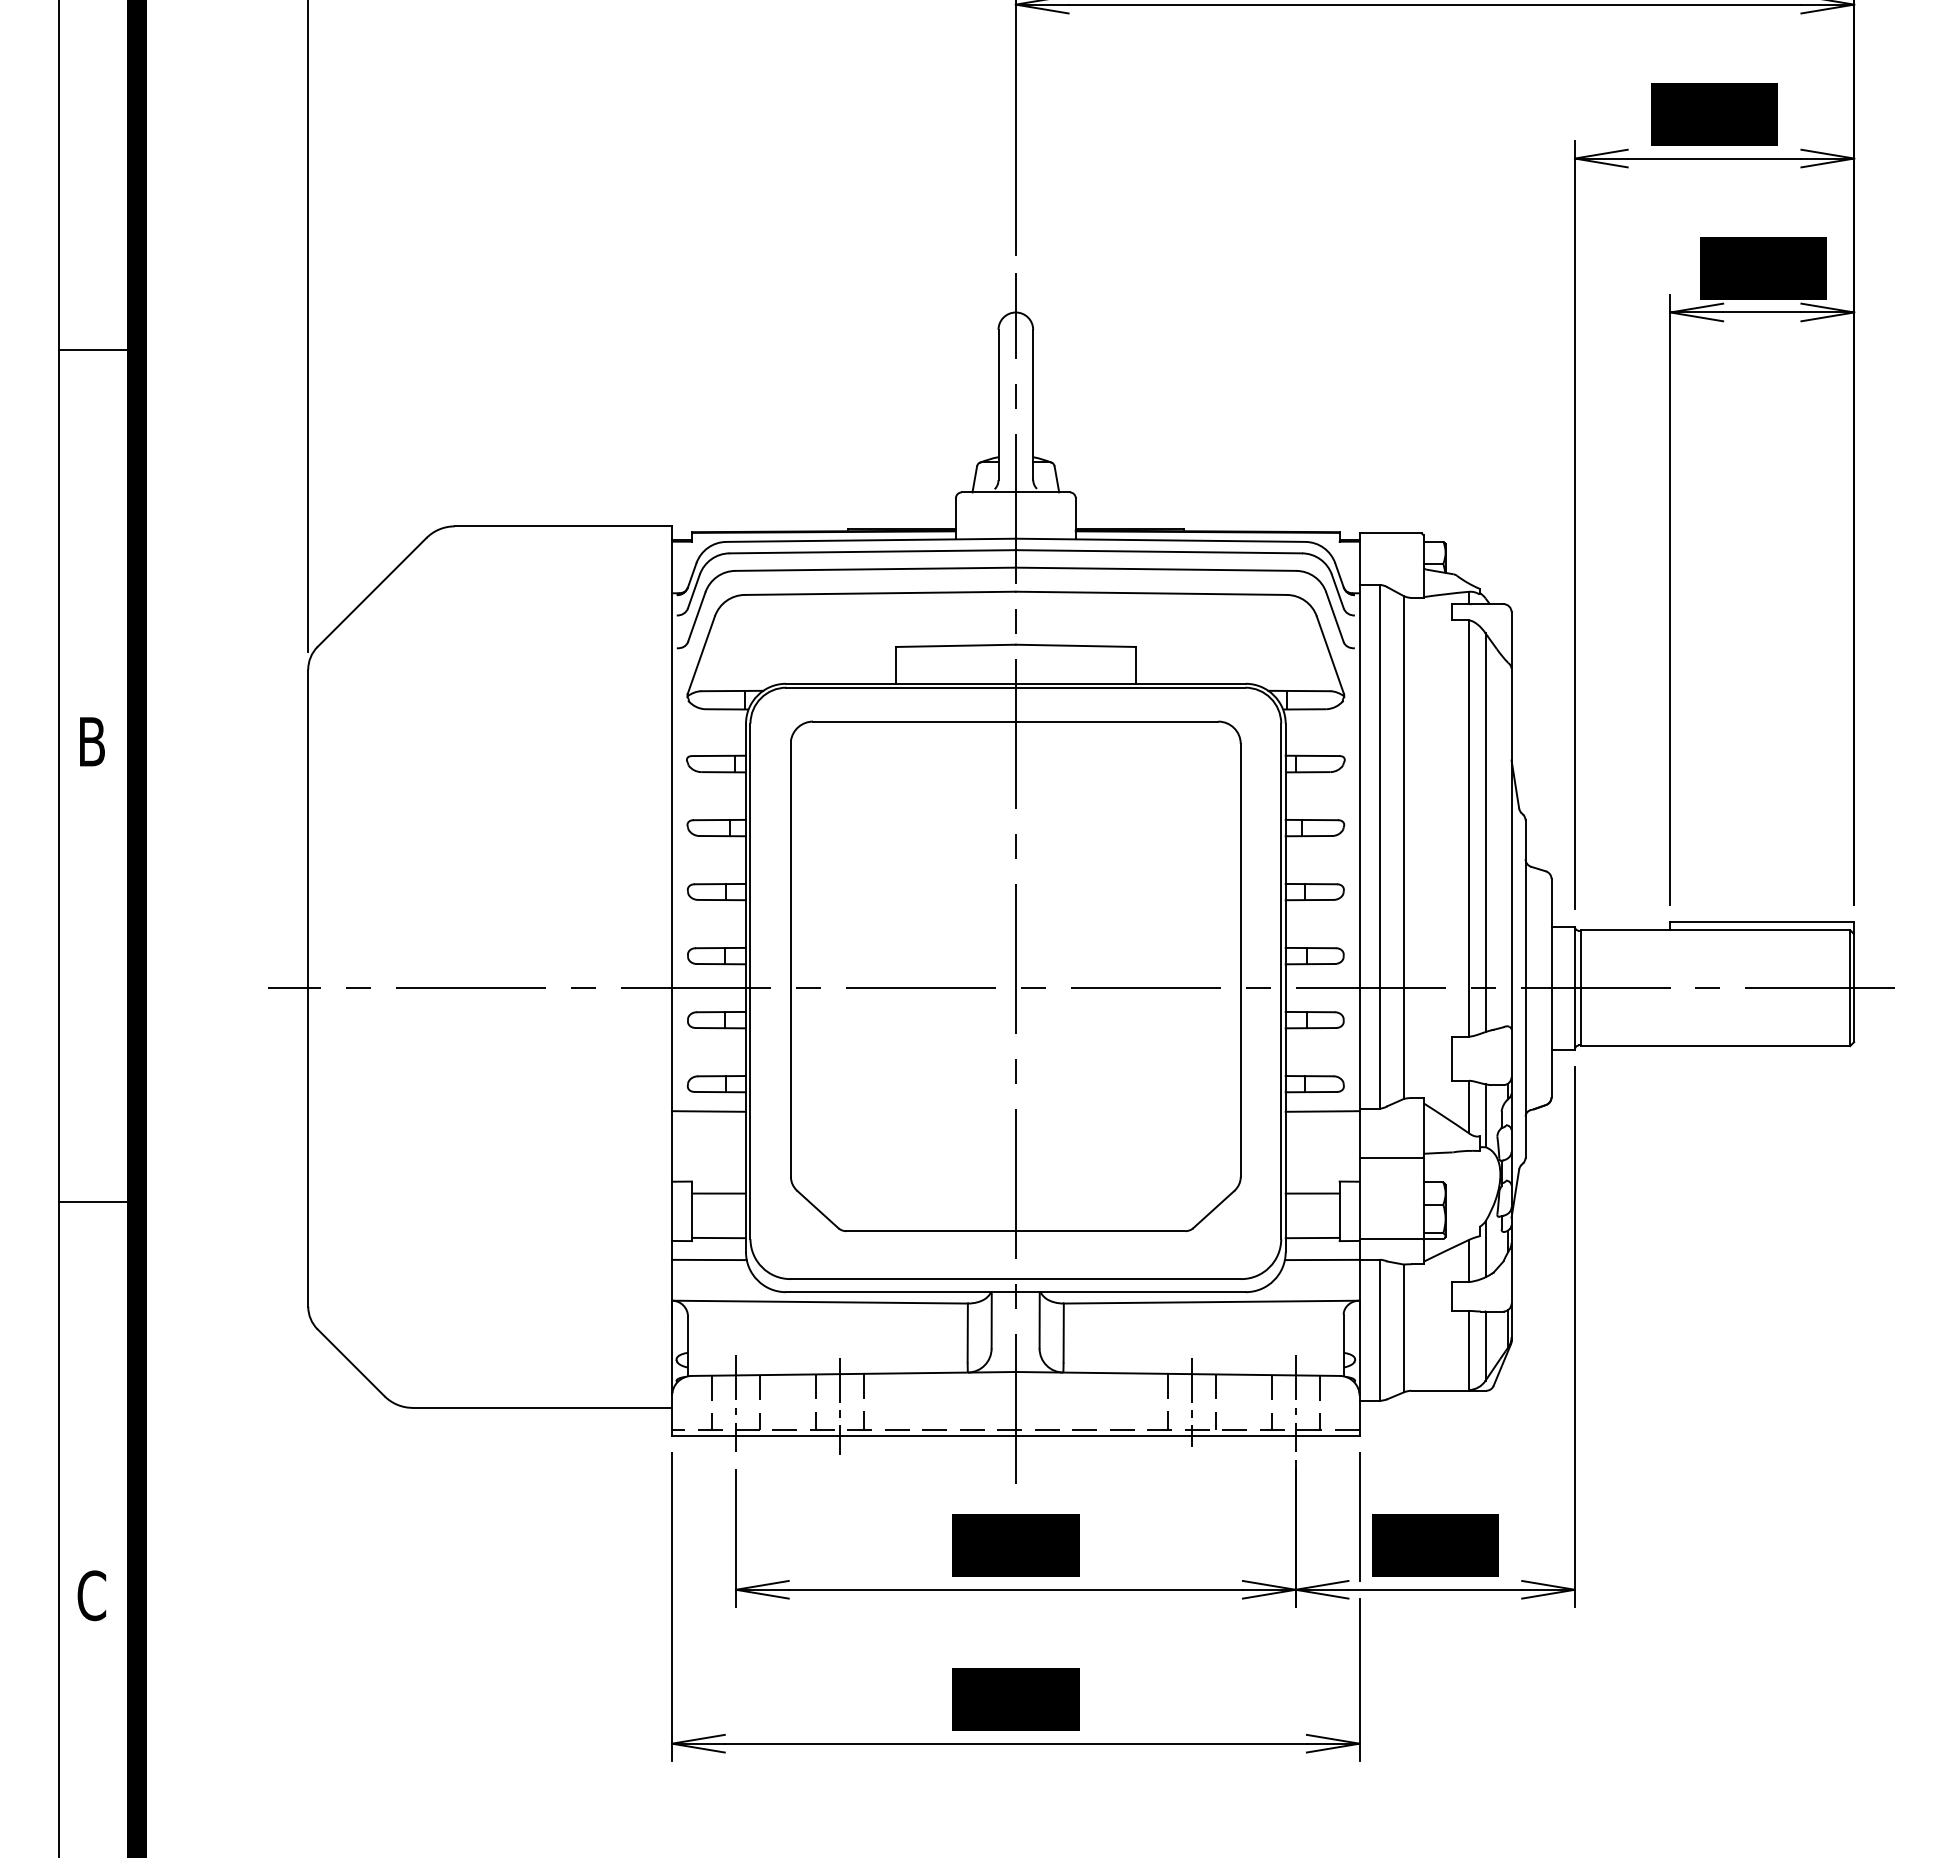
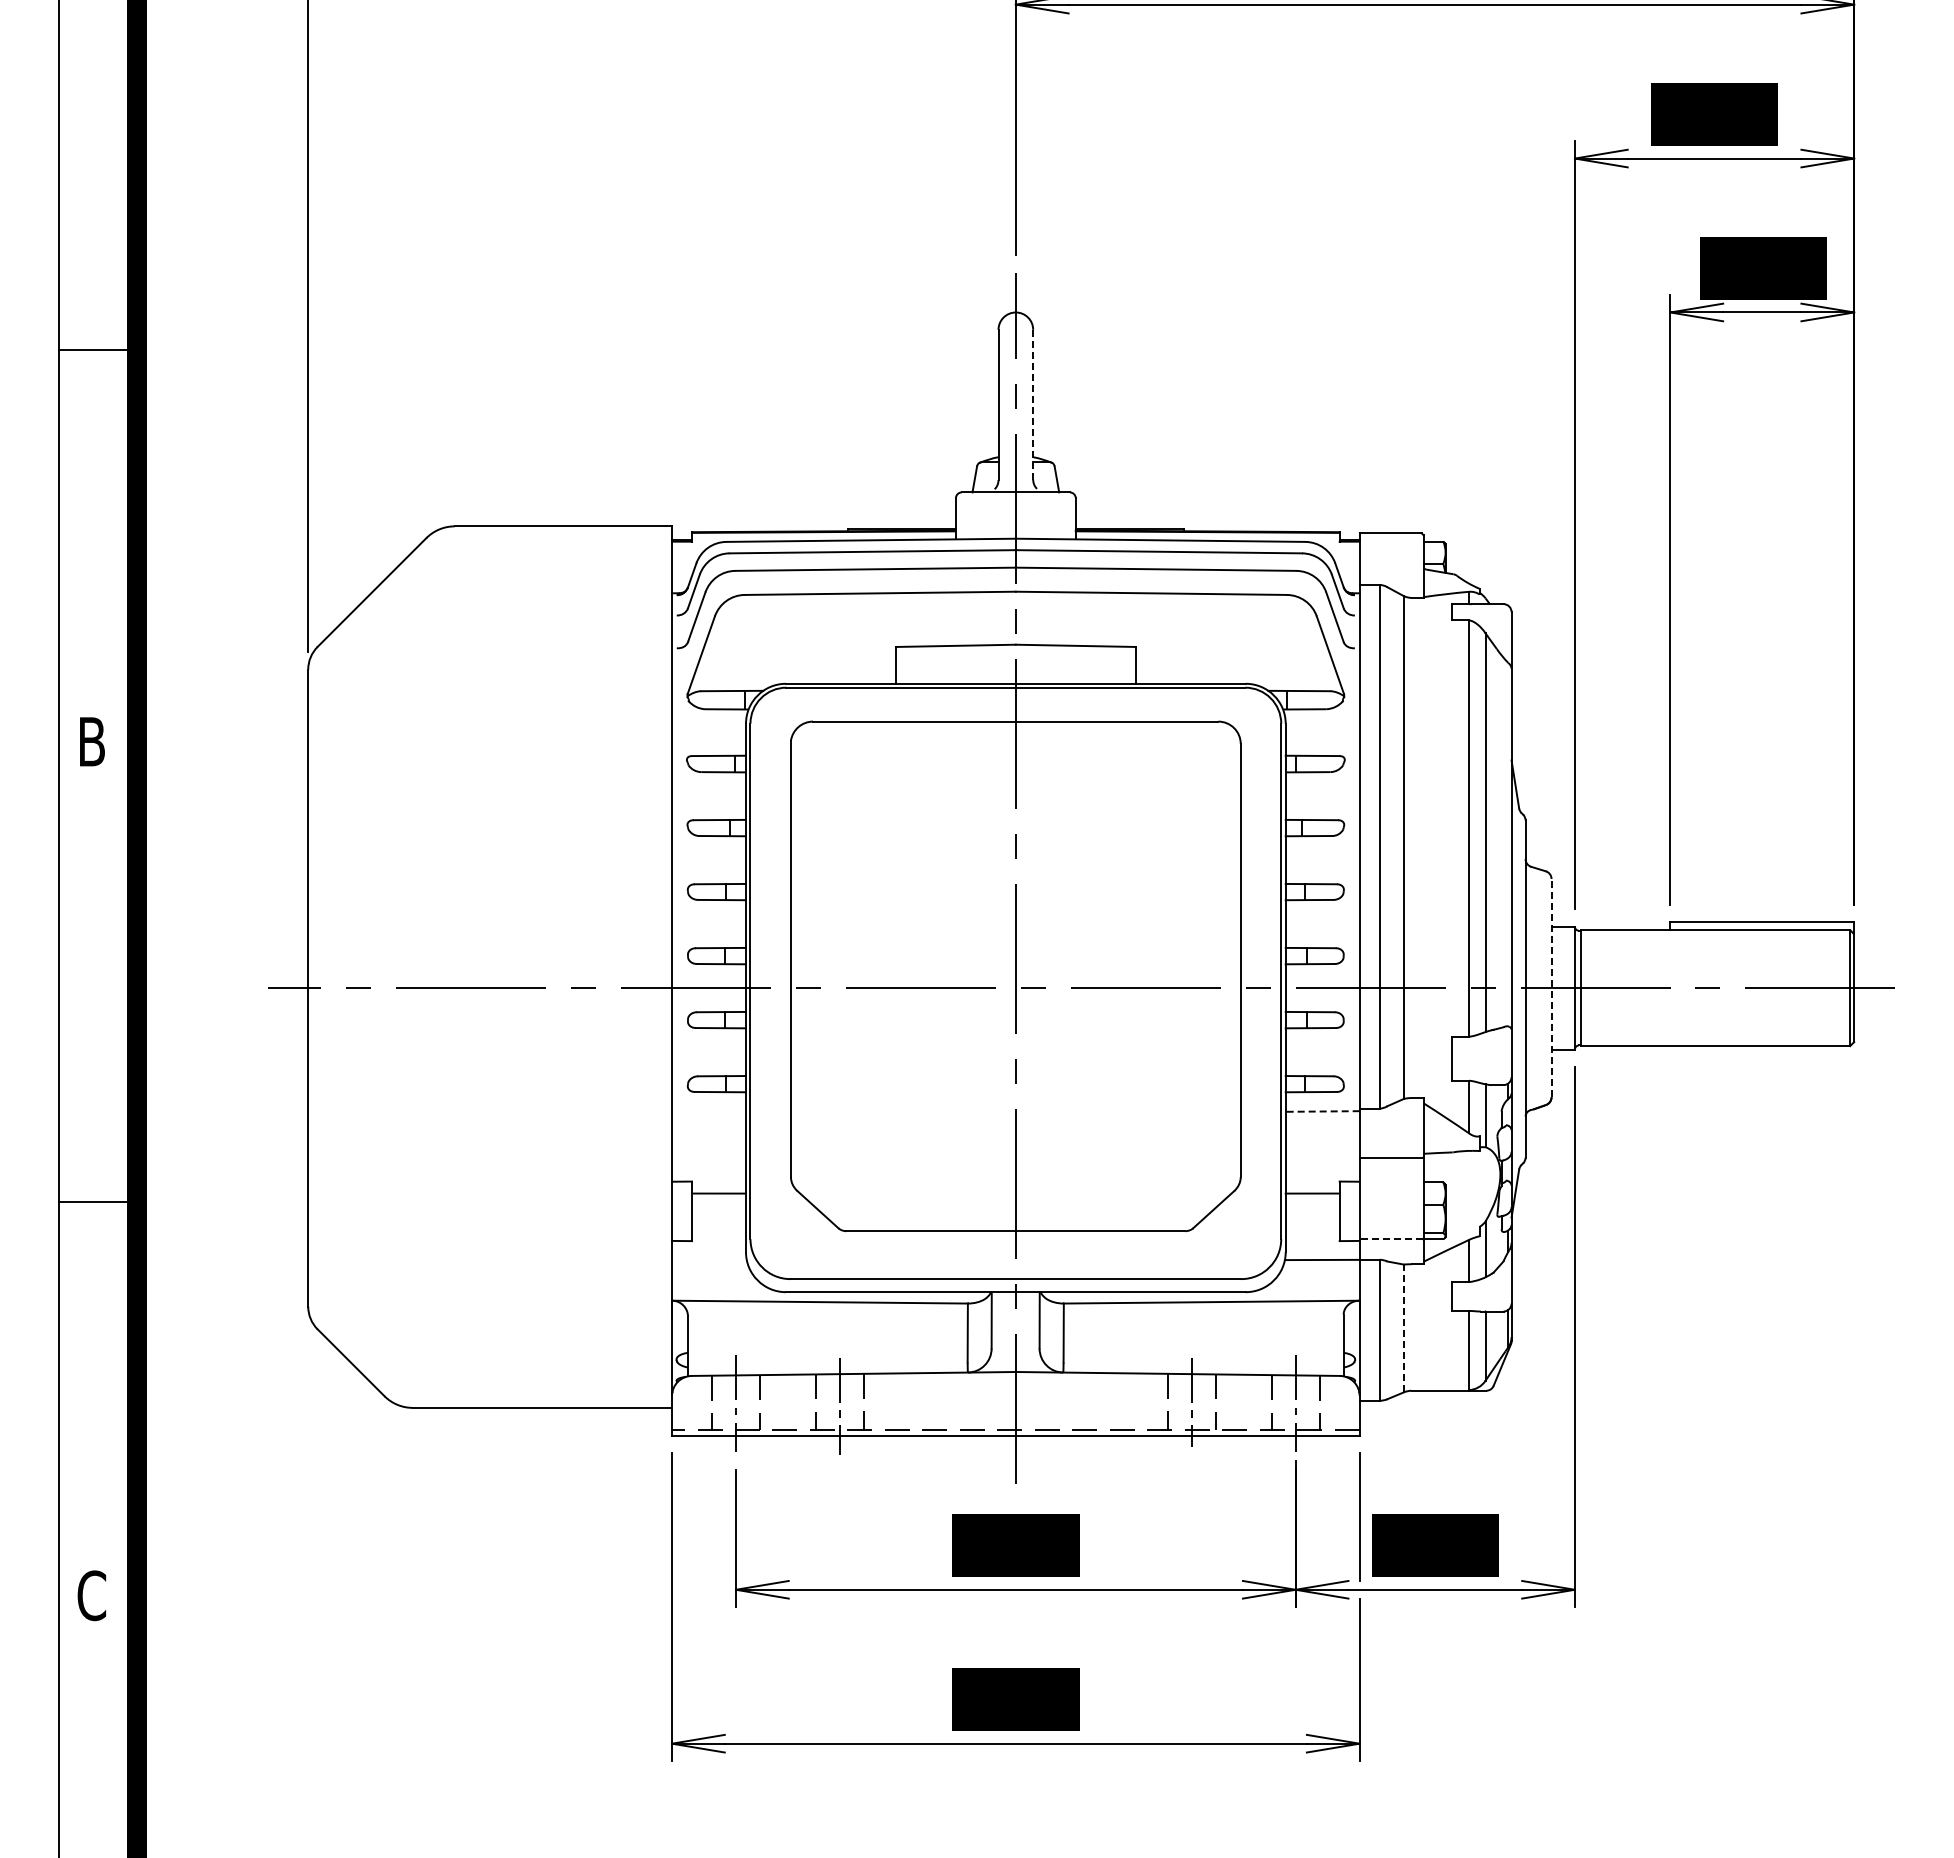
line at (1033, 404): solid -> dashed
line at (1551, 987): solid -> dashed
line at (709, 1111): present -> none
line at (1322, 1111): solid -> dashed
line at (719, 1237): present -> none
line at (1312, 1237): present -> none
line at (1391, 1239): solid -> dashed
line at (709, 1259): present -> none
line at (1403, 1328): solid -> dashed
